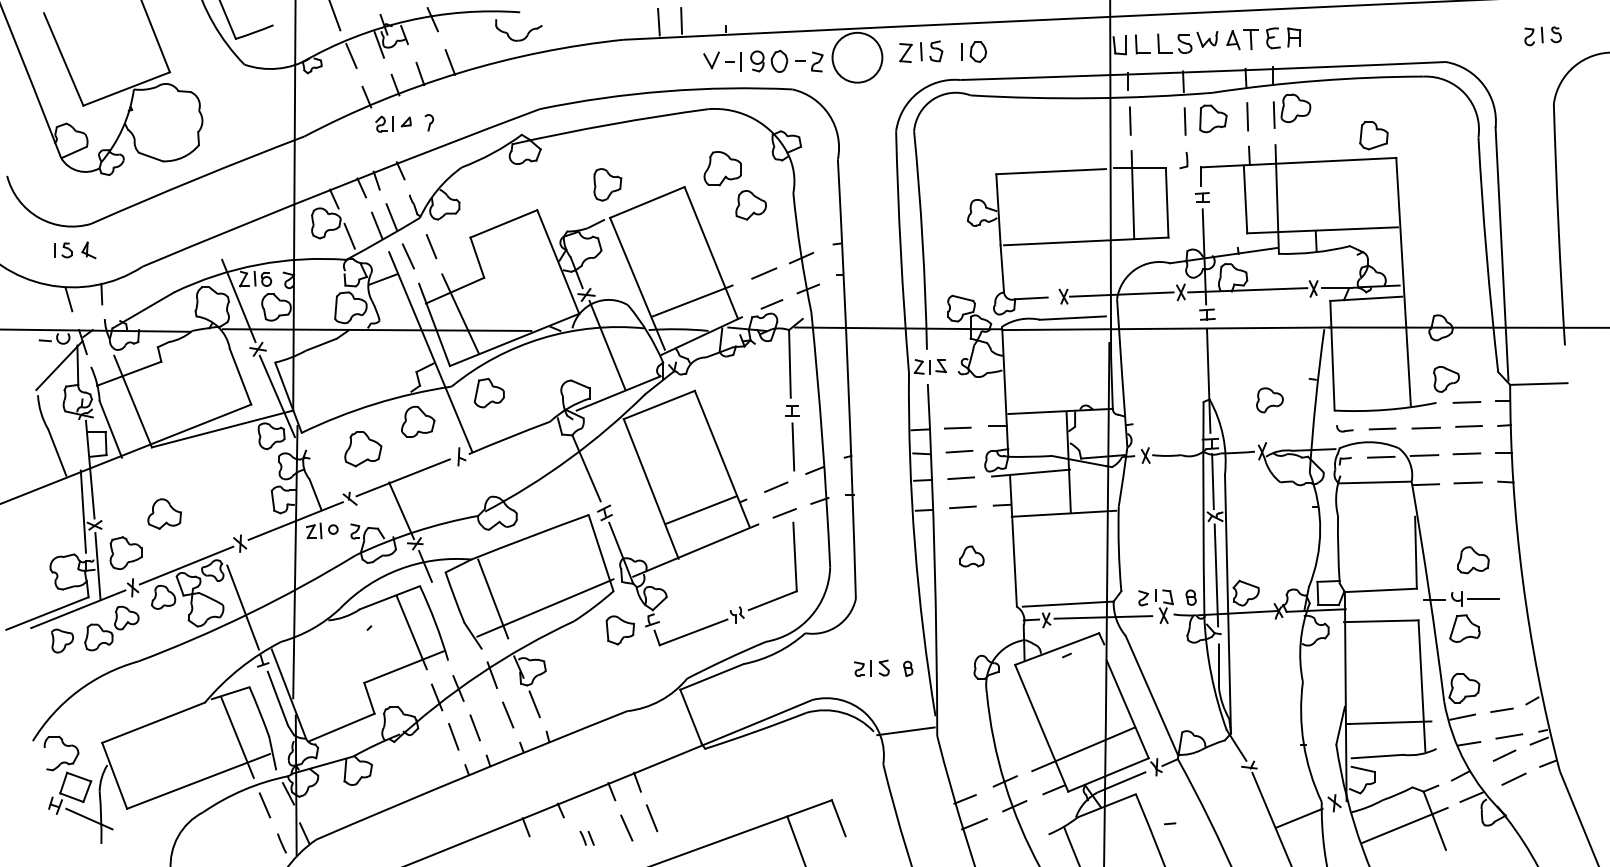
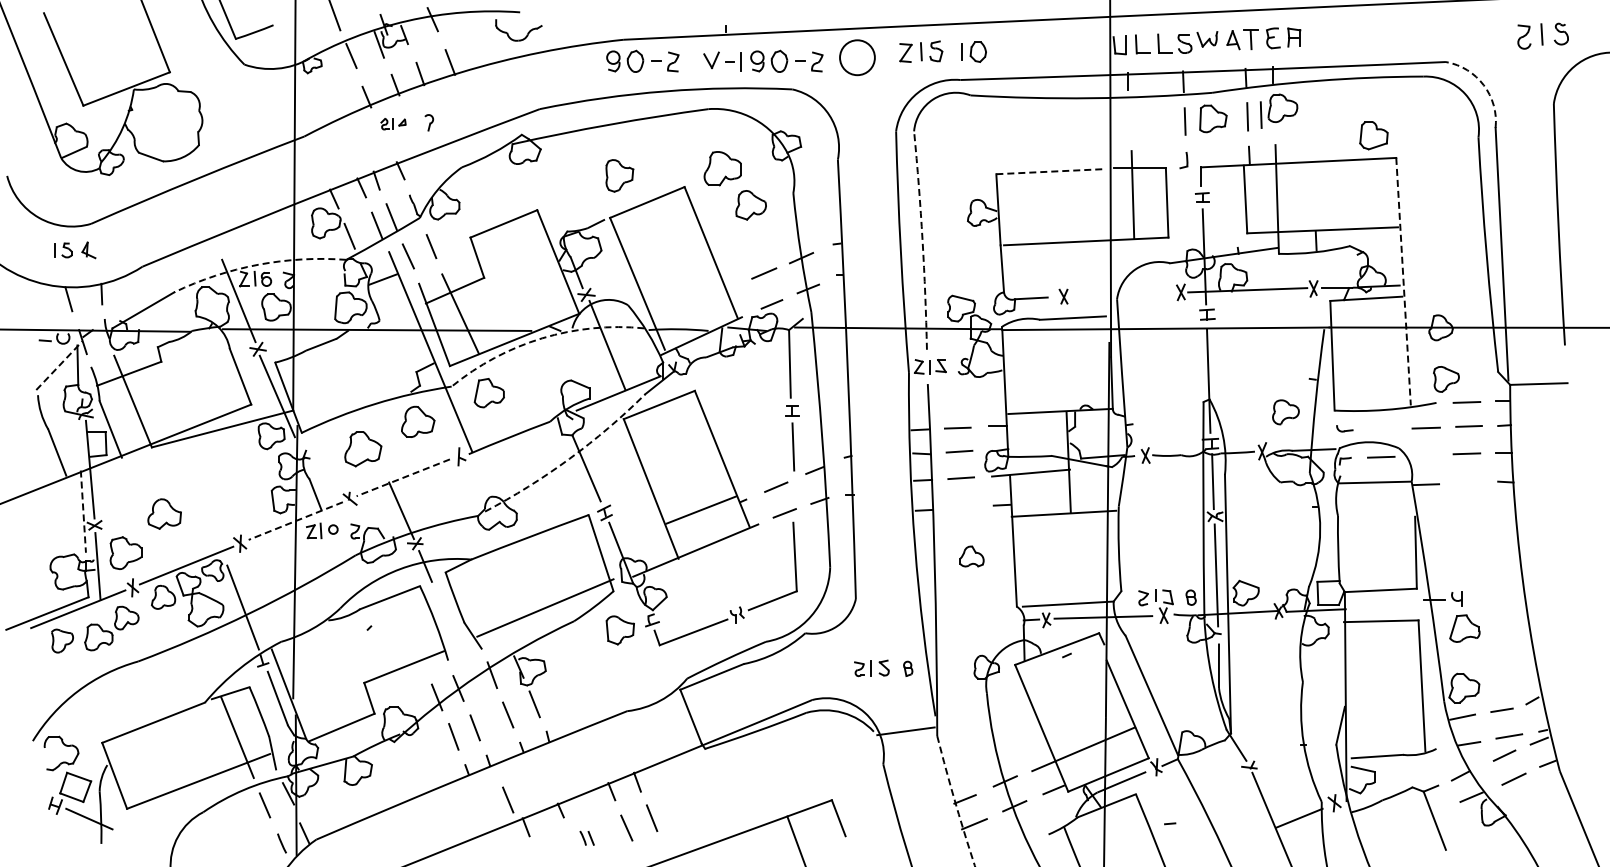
line at (681, 20): present -> none
line at (658, 21): present -> none
part at (1542, 36) size: 38x21 px -> 52x28 px
circle at (857, 57) diameter: 50 px -> 35 px
part at (642, 60): none -> present
arc at (1483, 85): solid -> dashed
part at (1291, 110) position: (1291, 110) -> (1278, 110)
line at (1129, 120): present -> none
part at (393, 123) size: 37x18 px -> 27x13 px
line at (1051, 171): solid -> dashed
part at (607, 184) position: (607, 184) -> (619, 175)
arc at (922, 240): solid -> dashed
arc at (258, 264): solid -> dashed
line at (1403, 281): solid -> dashed
line at (1121, 294): present -> none
line at (692, 300): present -> none
arc at (542, 338): solid -> dashed
line at (59, 365): solid -> dashed
part at (1269, 400) position: (1269, 400) -> (1285, 412)
line at (1382, 428): present -> none
line at (1424, 455): present -> none
arc at (569, 458): solid -> dashed
line at (402, 478): solid -> dashed
line at (1467, 482): present -> none
line at (962, 507): present -> none
line at (83, 512): solid -> dashed
line at (295, 521): solid -> dashed
part at (1473, 560): present -> none
line at (493, 598): present -> none
line at (1483, 598): present -> none
line at (411, 632): present -> none
line at (1389, 722): present -> none
line at (508, 799): none -> present
arc at (955, 802): solid -> dashed
line at (1404, 825): present -> none
